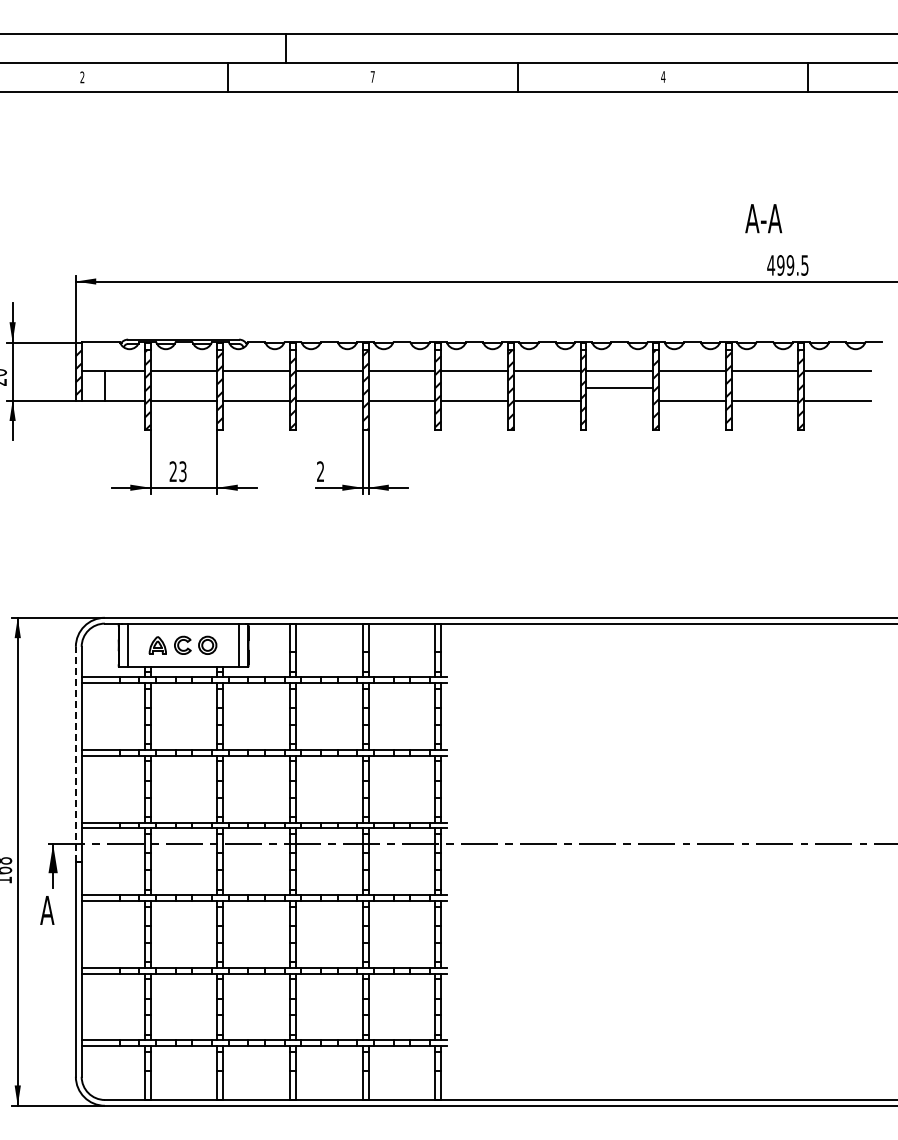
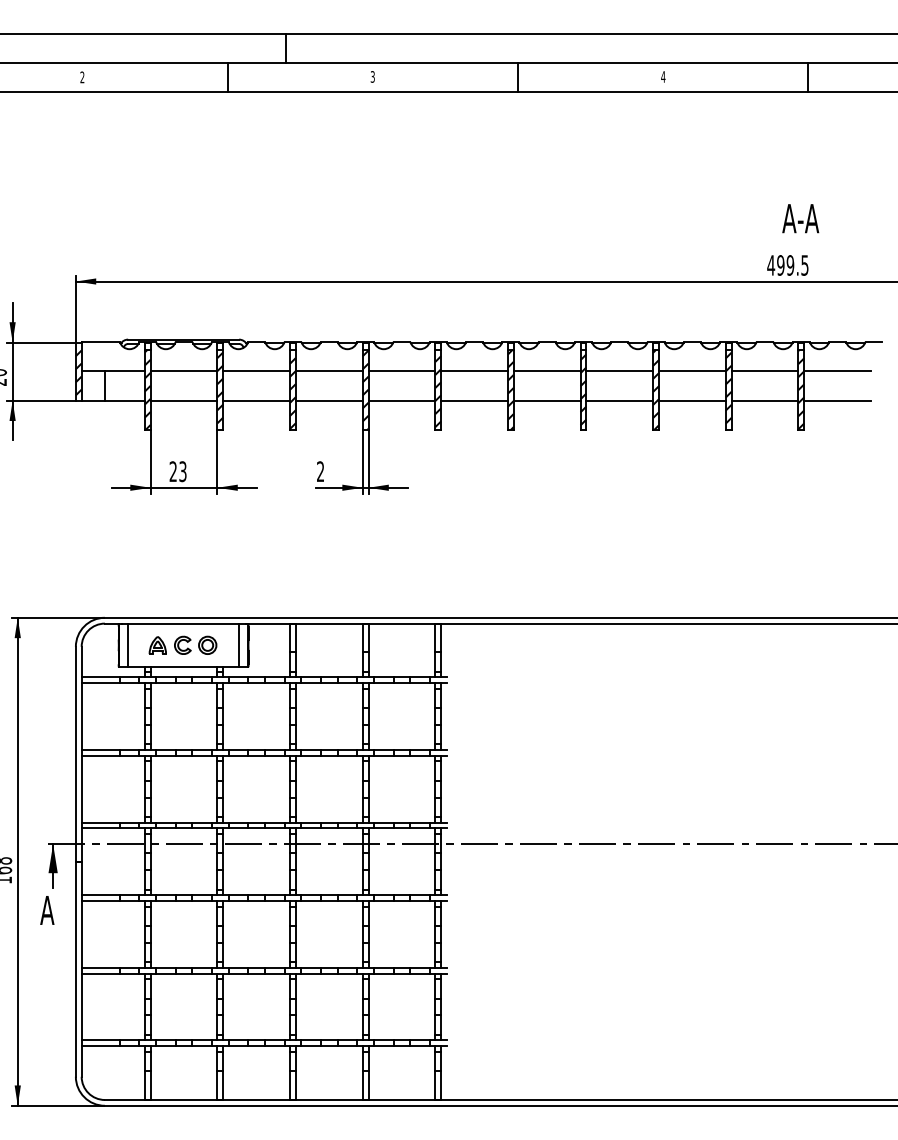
text at (372, 76): 7 -> 3
text at (763, 218) position: (763, 218) -> (800, 218)
line at (619, 387) position: (619, 387) -> (619, 400)
line at (75, 753): dashed -> solid
